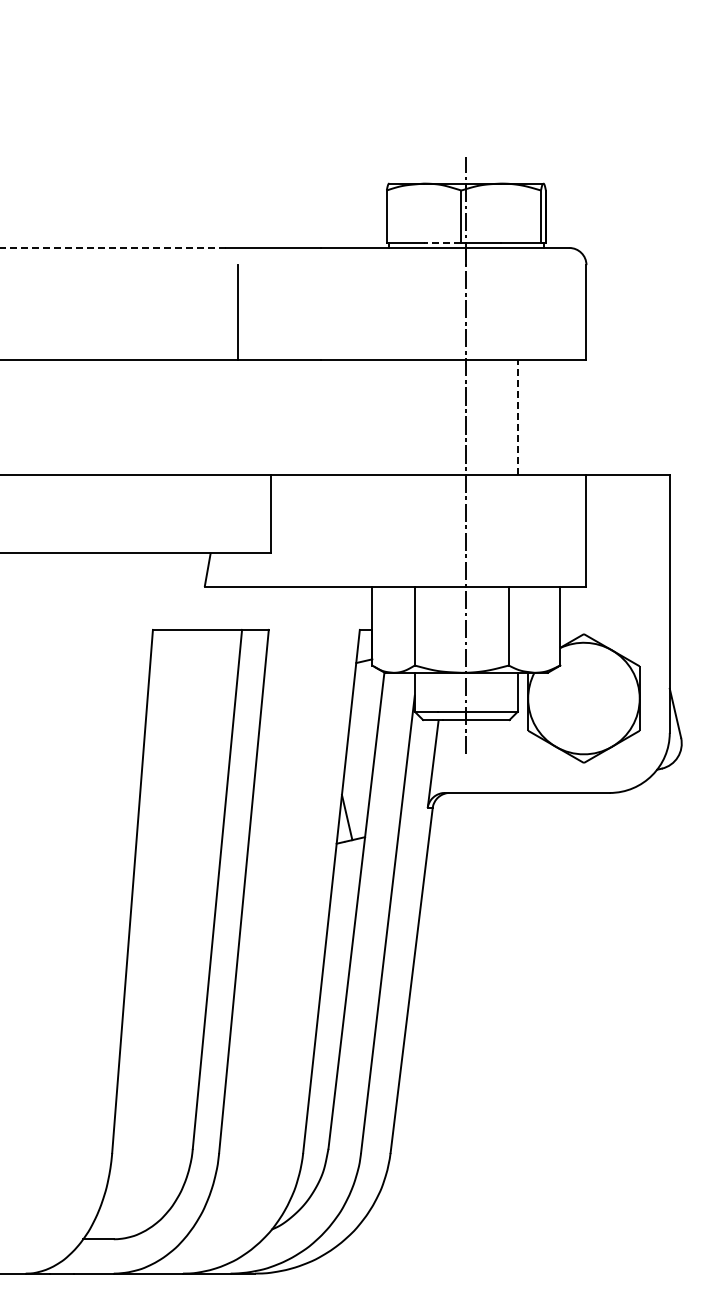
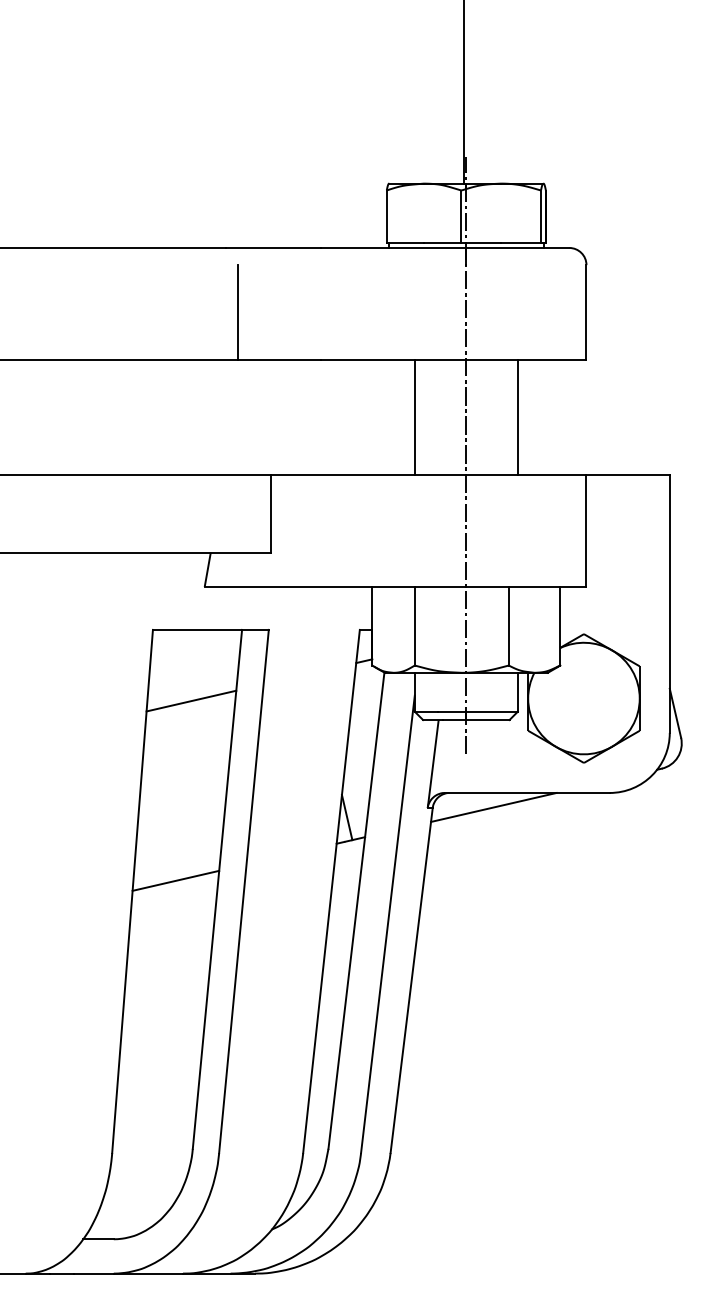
line at (463, 92): none -> present
line at (442, 242): dashed -> solid
line at (113, 247): dashed -> solid
line at (414, 417): none -> present
line at (517, 417): dashed -> solid
line at (191, 700): none -> present
line at (493, 806): none -> present
line at (175, 880): none -> present
